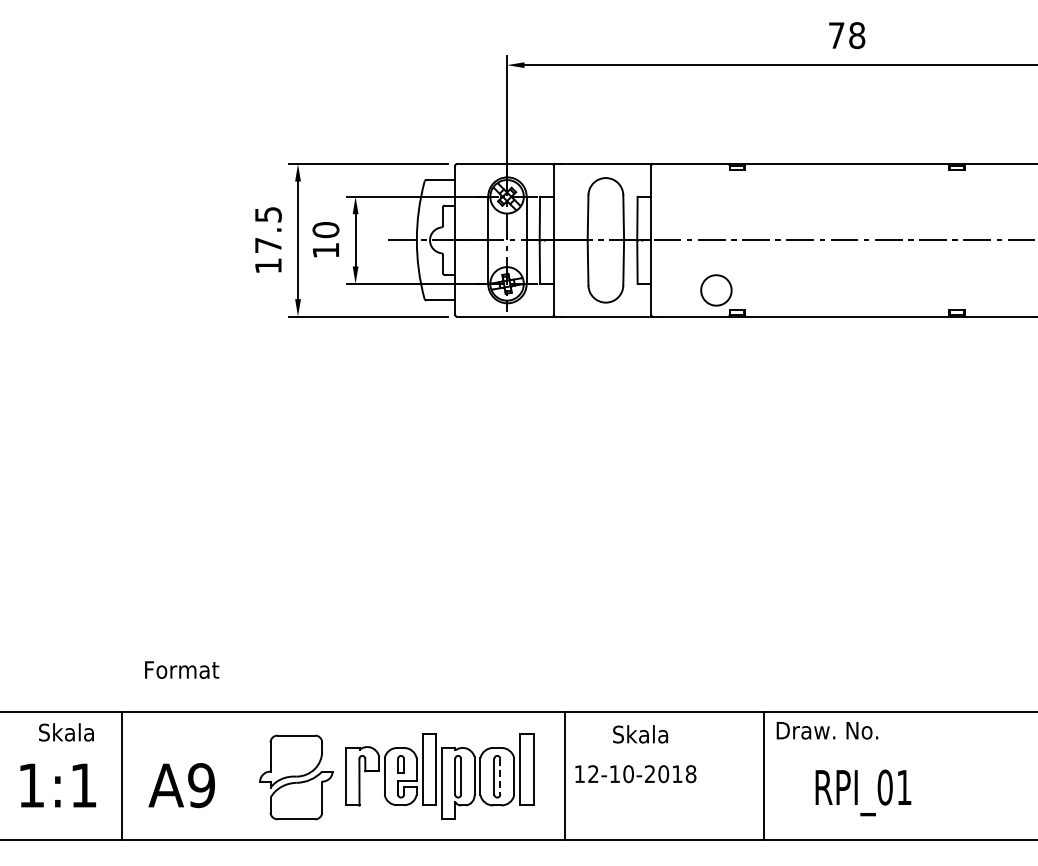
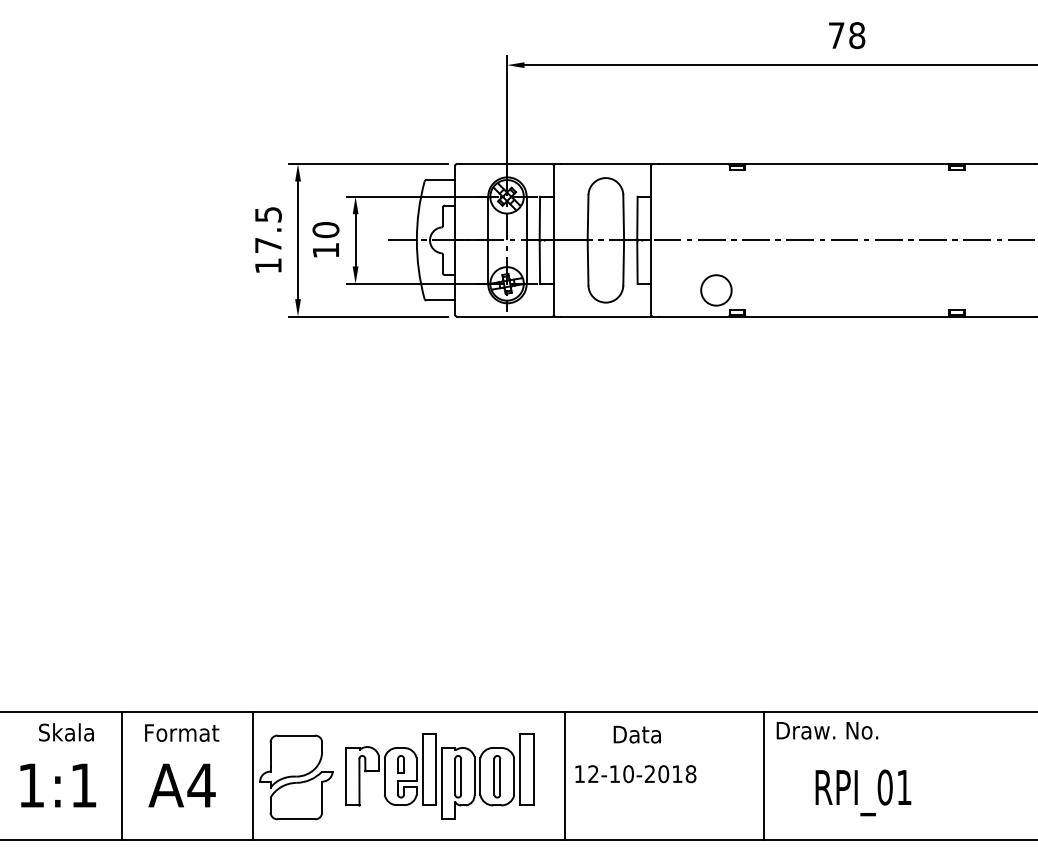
text at (182, 669) position: (182, 669) -> (182, 732)
text at (640, 734): Skala -> Data
line at (252, 776): none -> present
line at (500, 776): dashed -> solid
text at (201, 785): A9 -> A4
